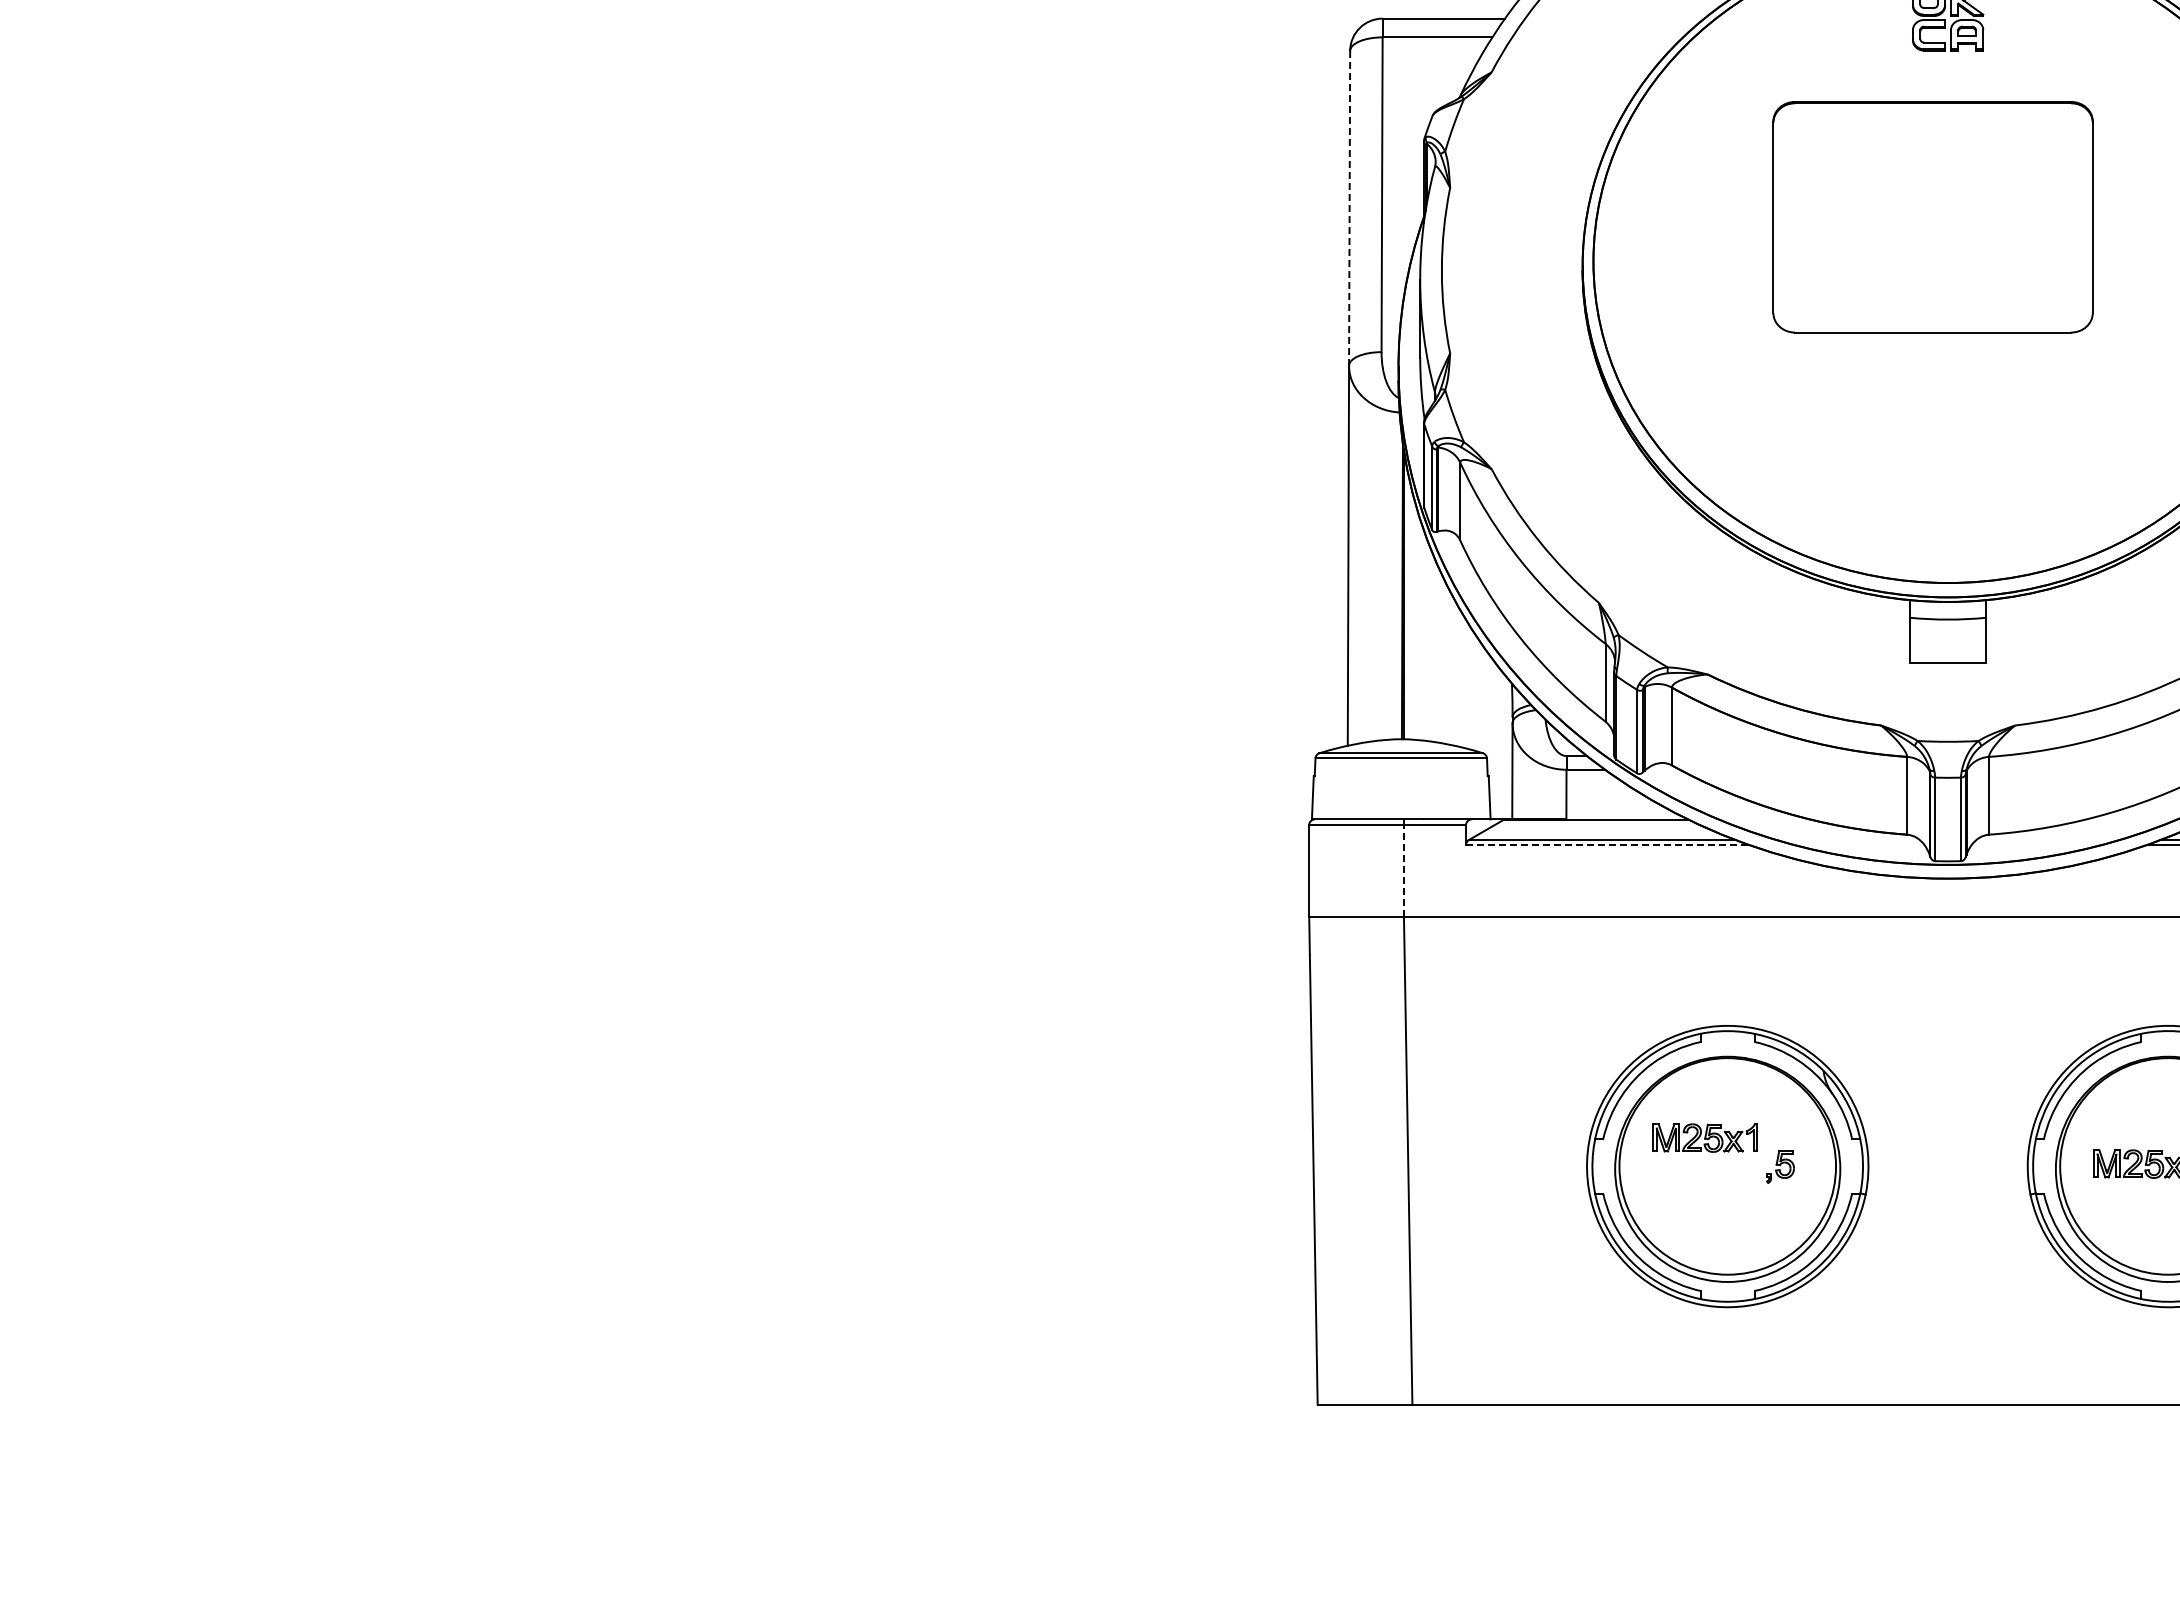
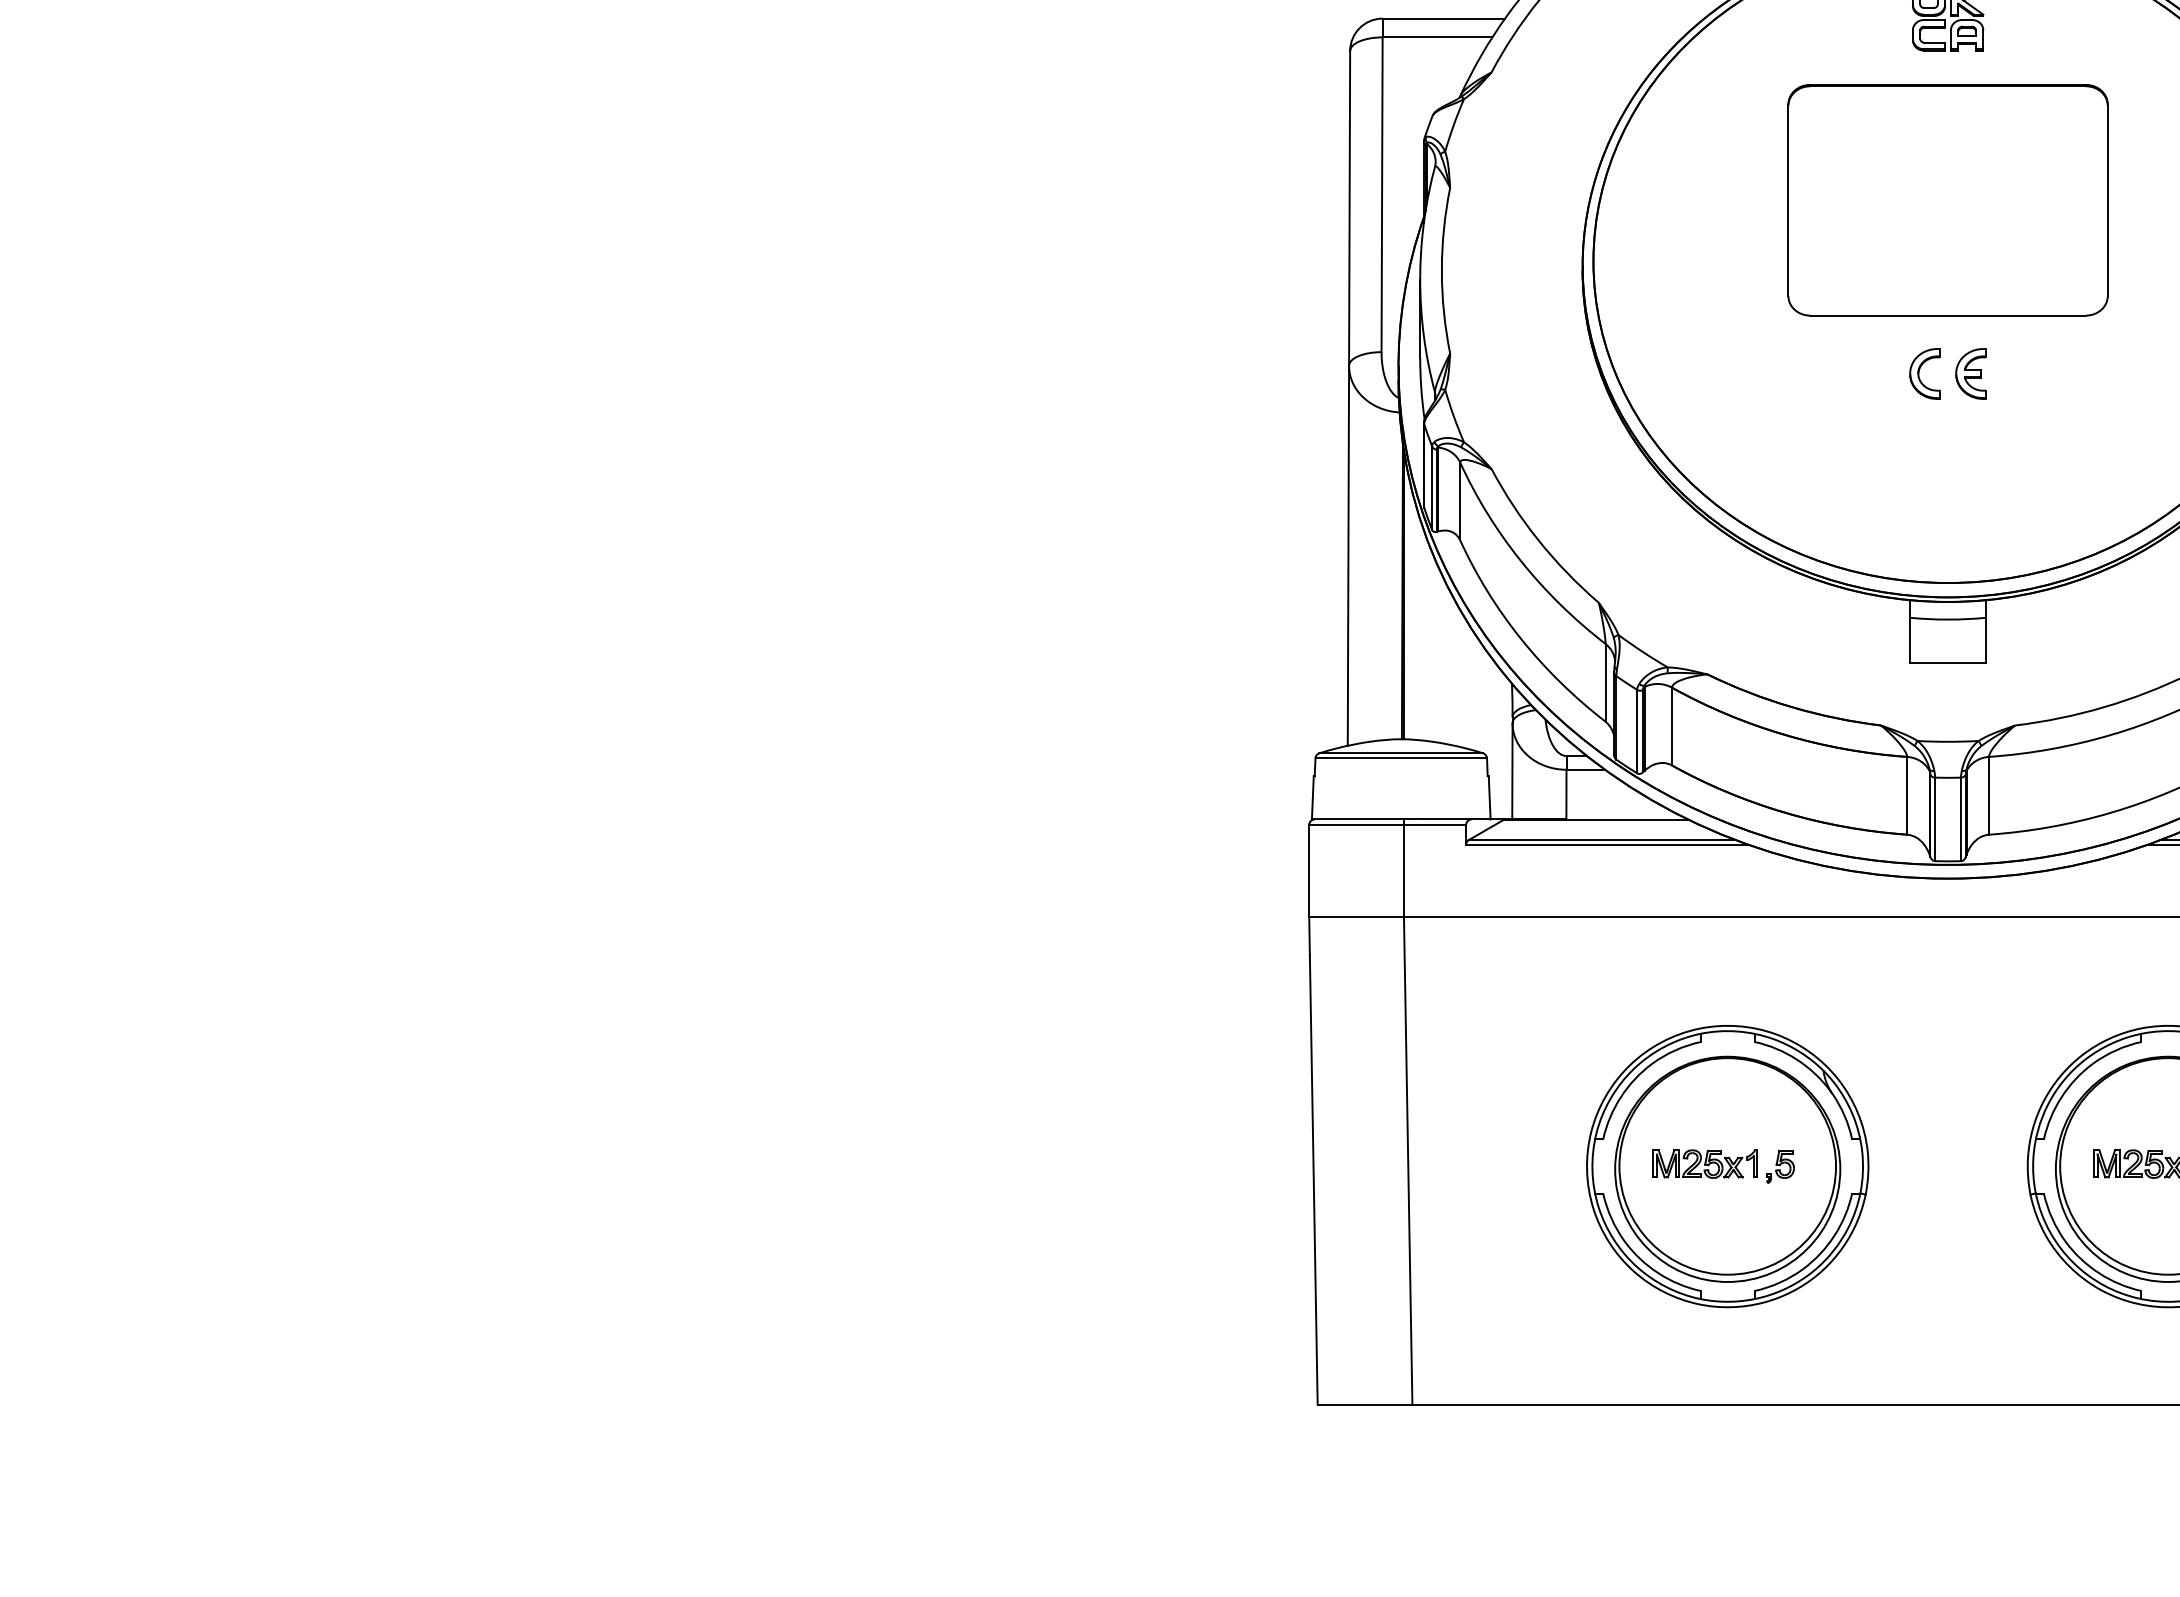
line at (1349, 208): dashed -> solid
part at (1932, 217) position: (1932, 217) -> (1947, 200)
part at (1924, 373): none -> present
part at (1970, 373): none -> present
line at (1607, 844): dashed -> solid
line at (1403, 870): dashed -> solid
part at (1704, 1137) position: (1704, 1137) -> (1704, 1163)
